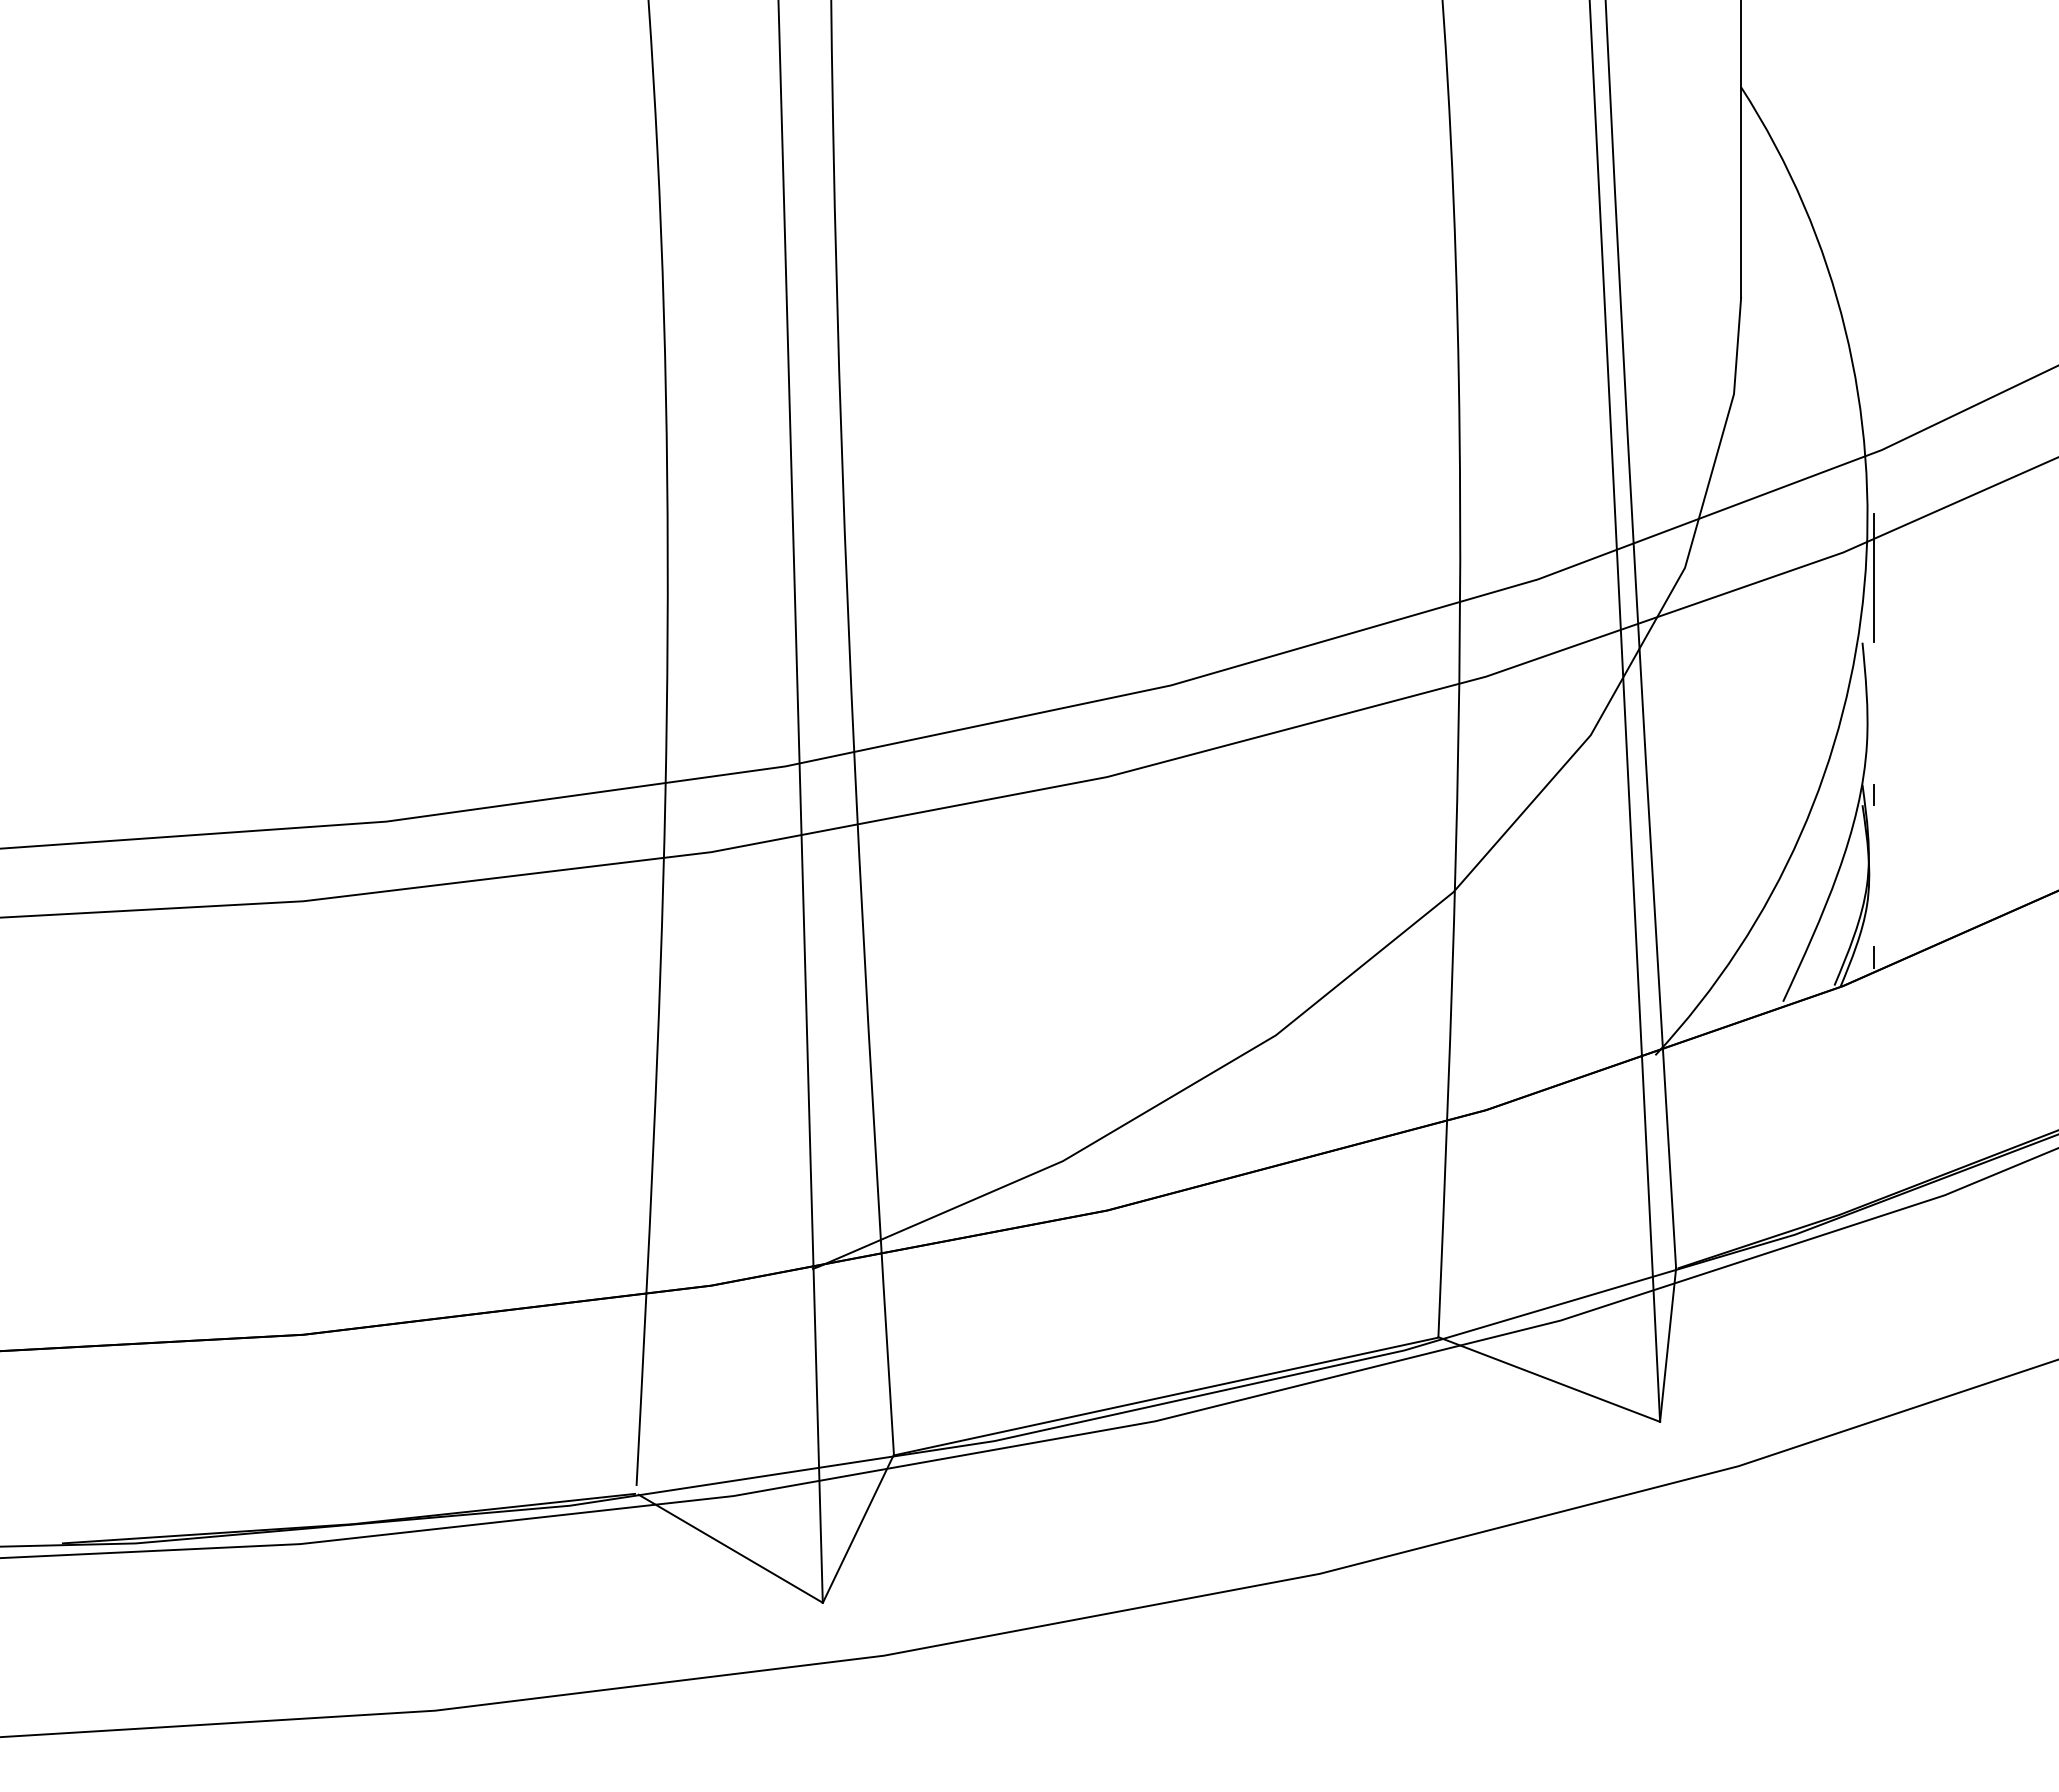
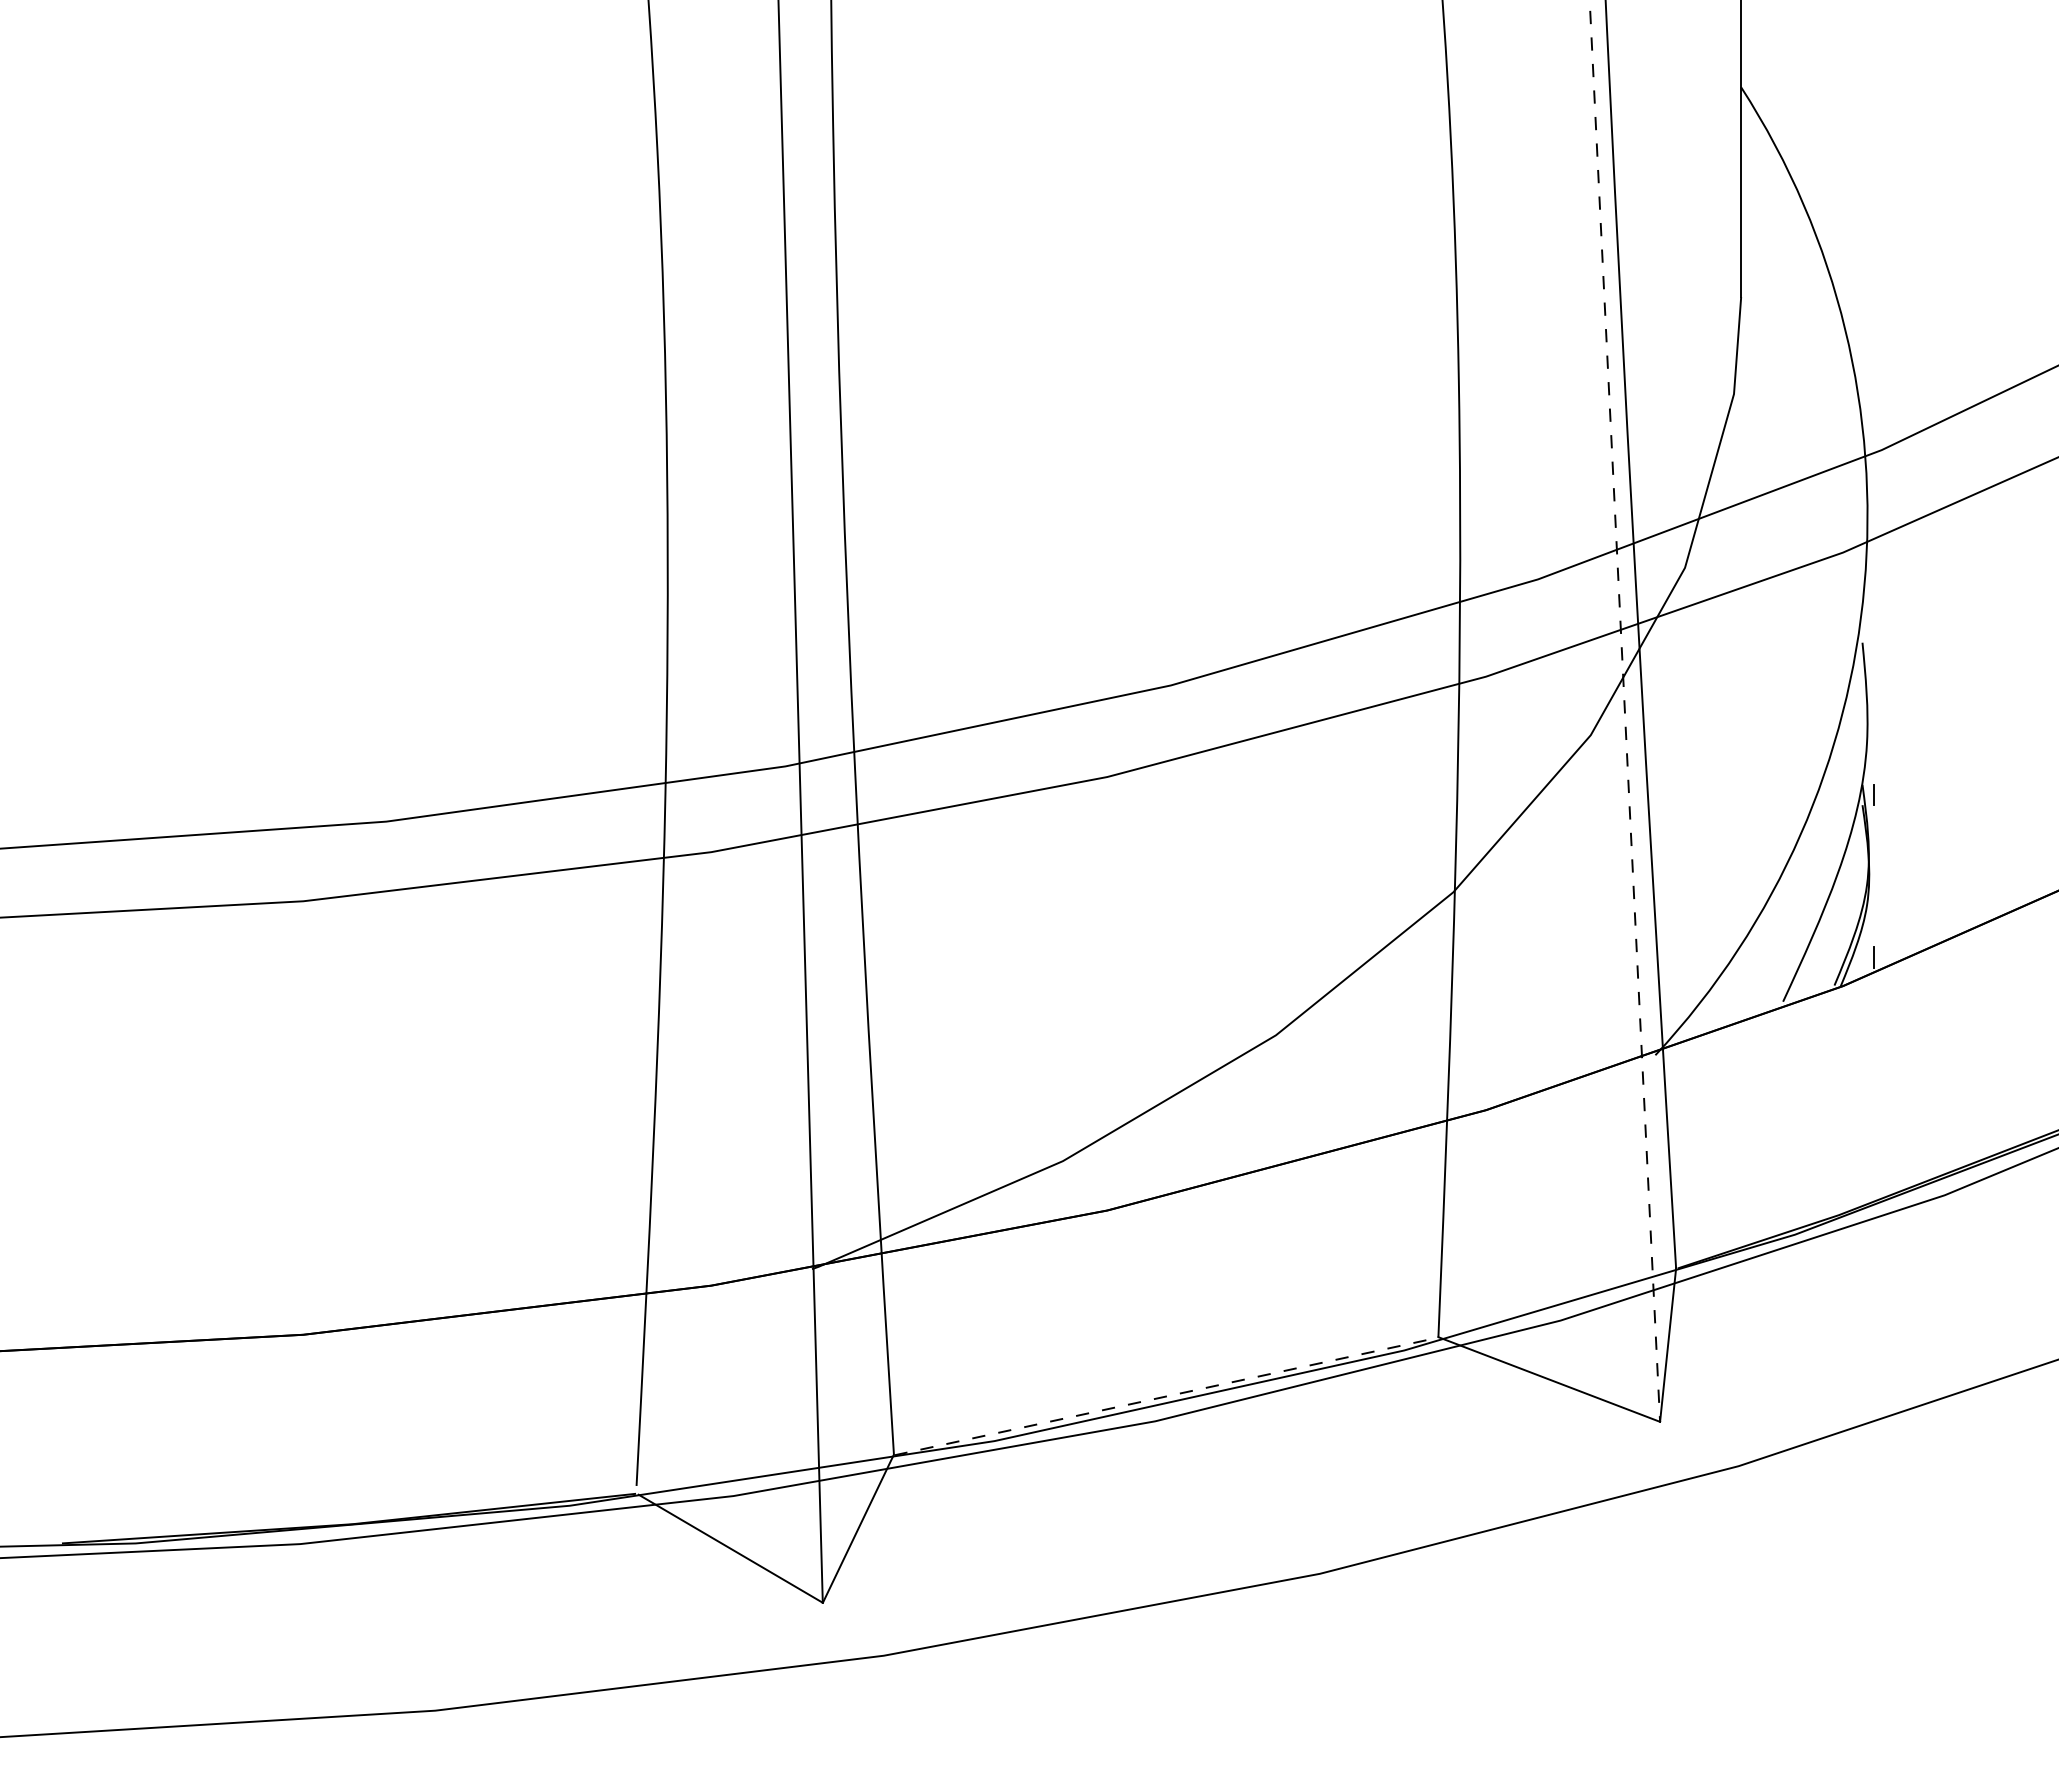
line at (1873, 577): present -> none
line at (1624, 711): solid -> dashed
line at (1166, 1396): solid -> dashed
